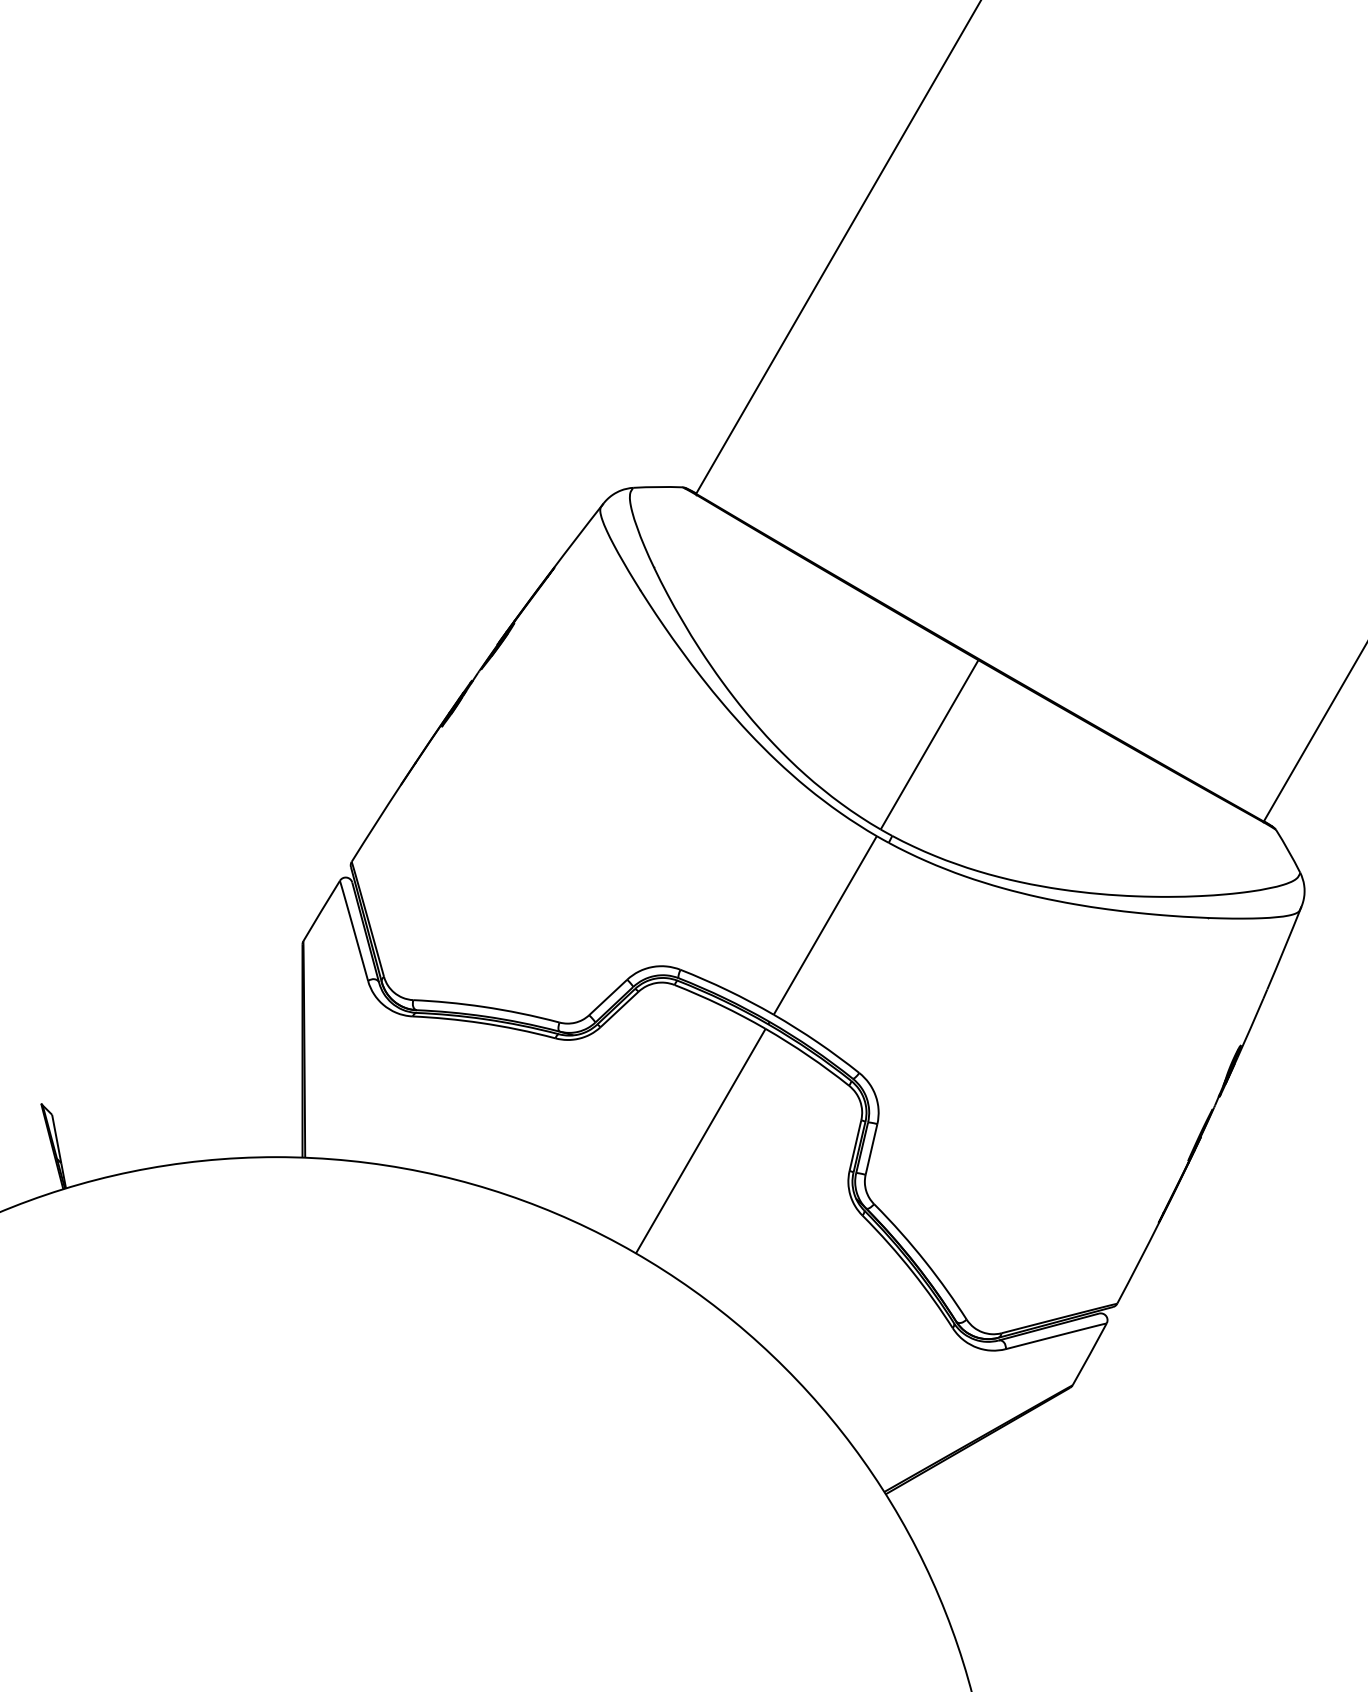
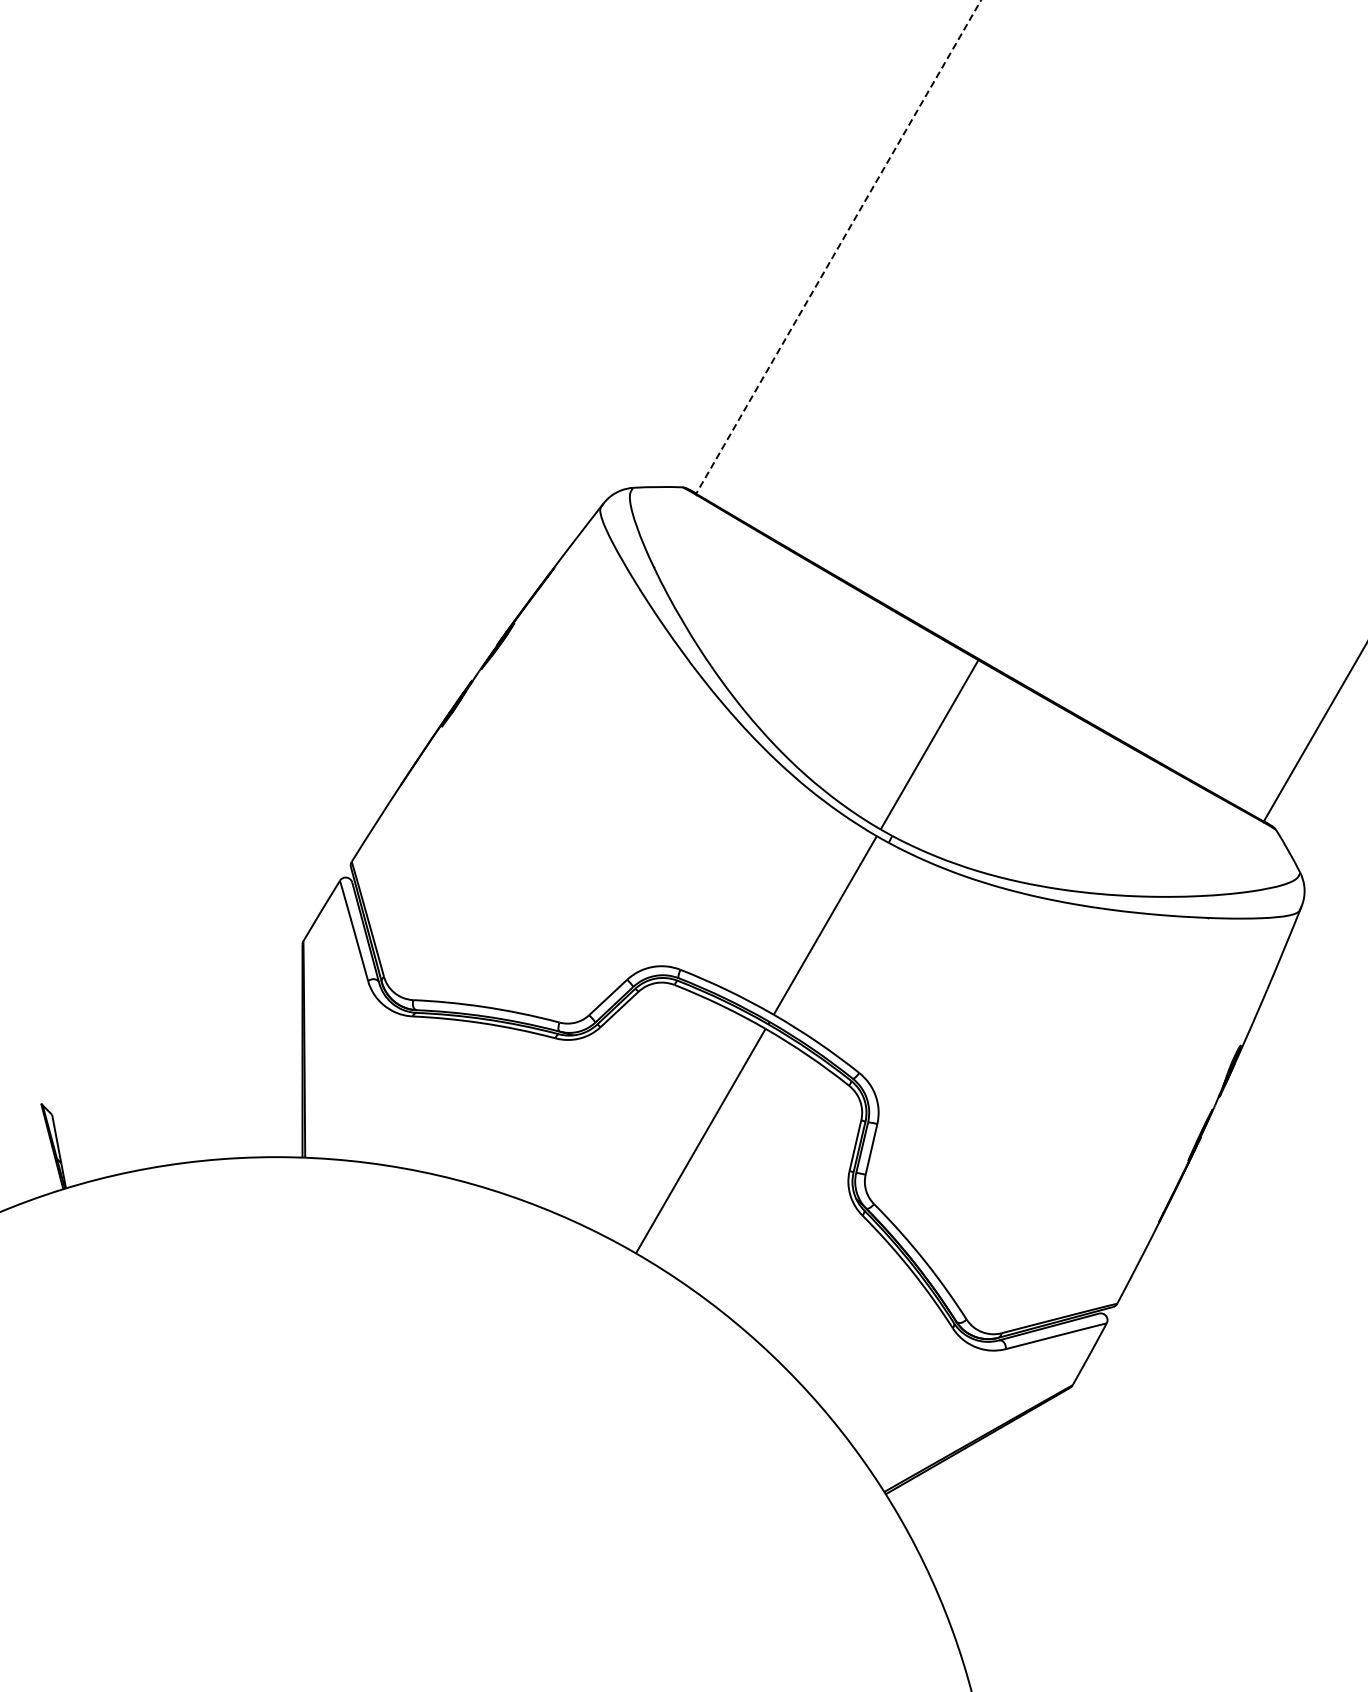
line at (838, 247): solid -> dashed
